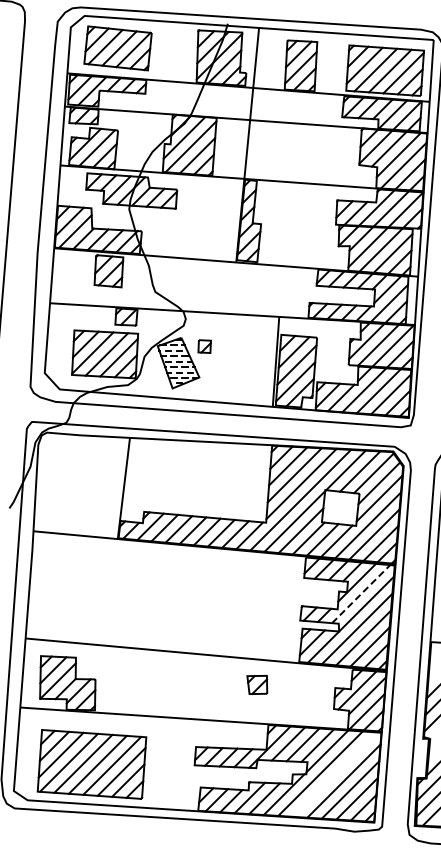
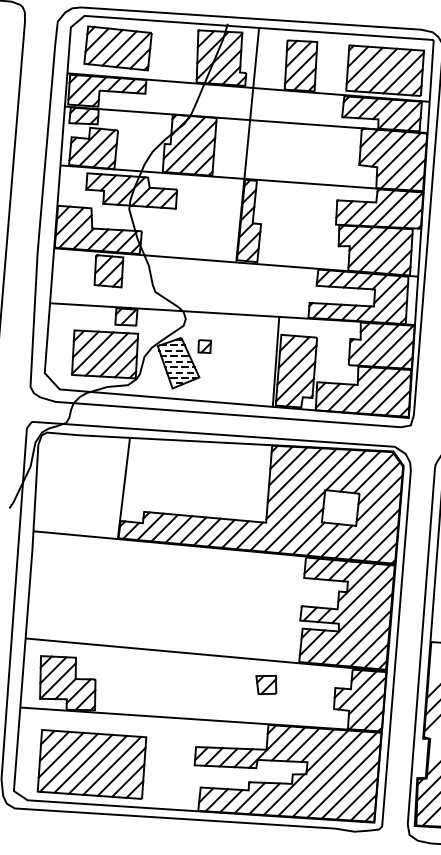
line at (361, 593): dashed -> solid
part at (257, 685) position: (257, 685) -> (266, 685)
line at (334, 774): none -> present
